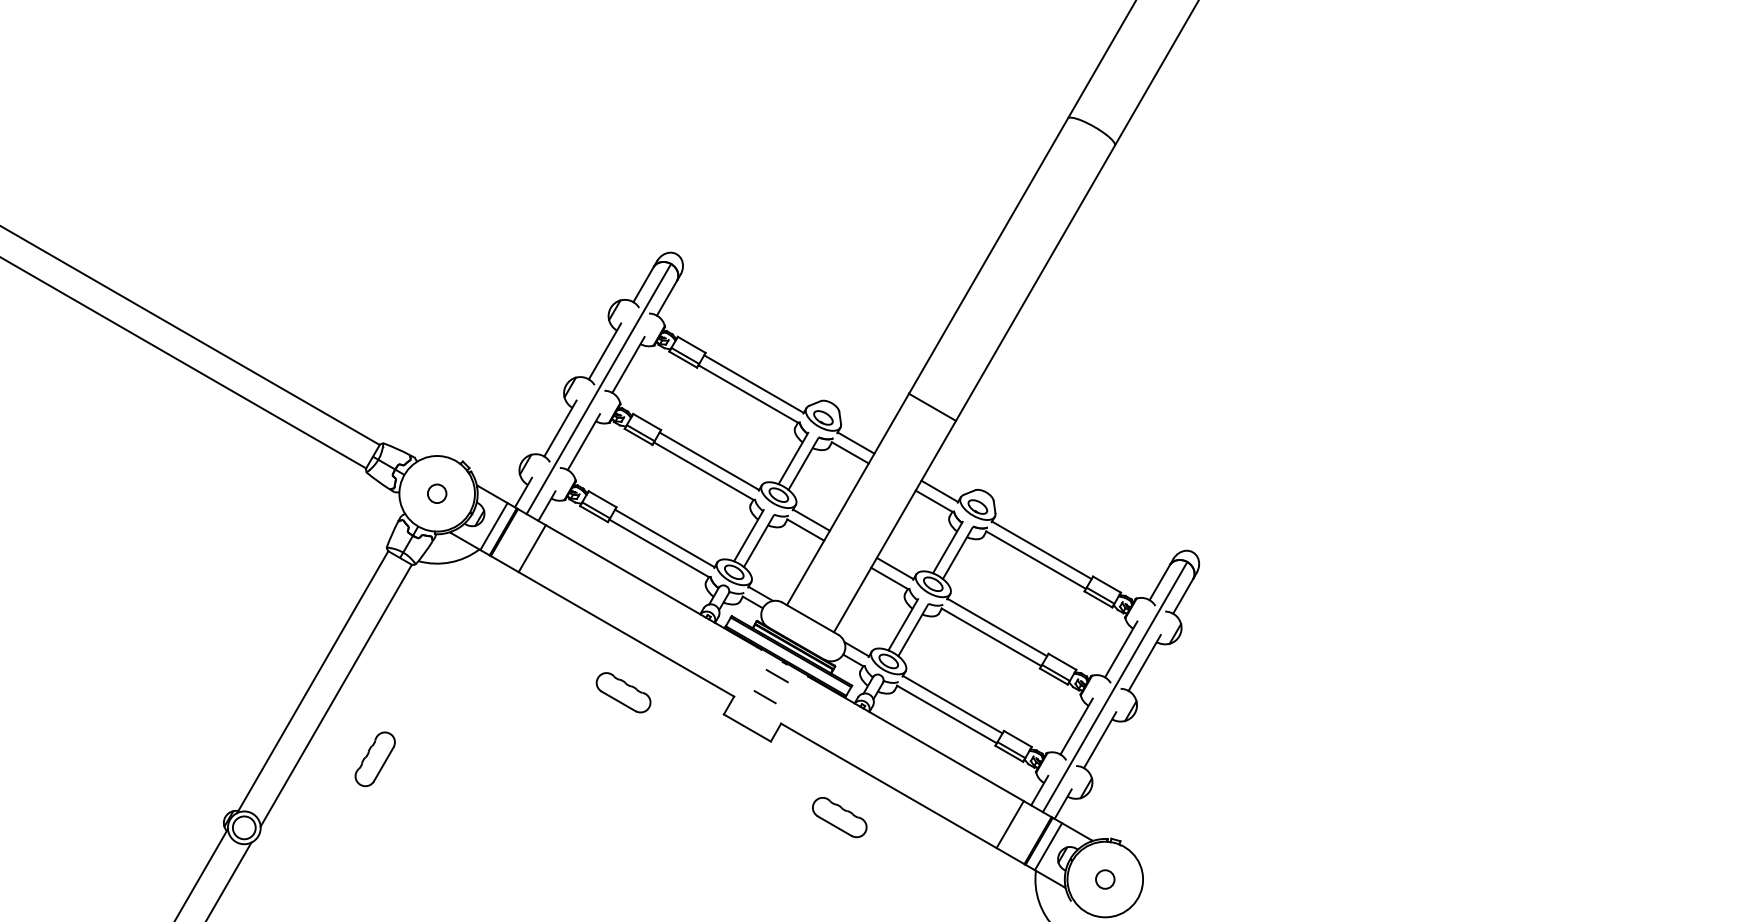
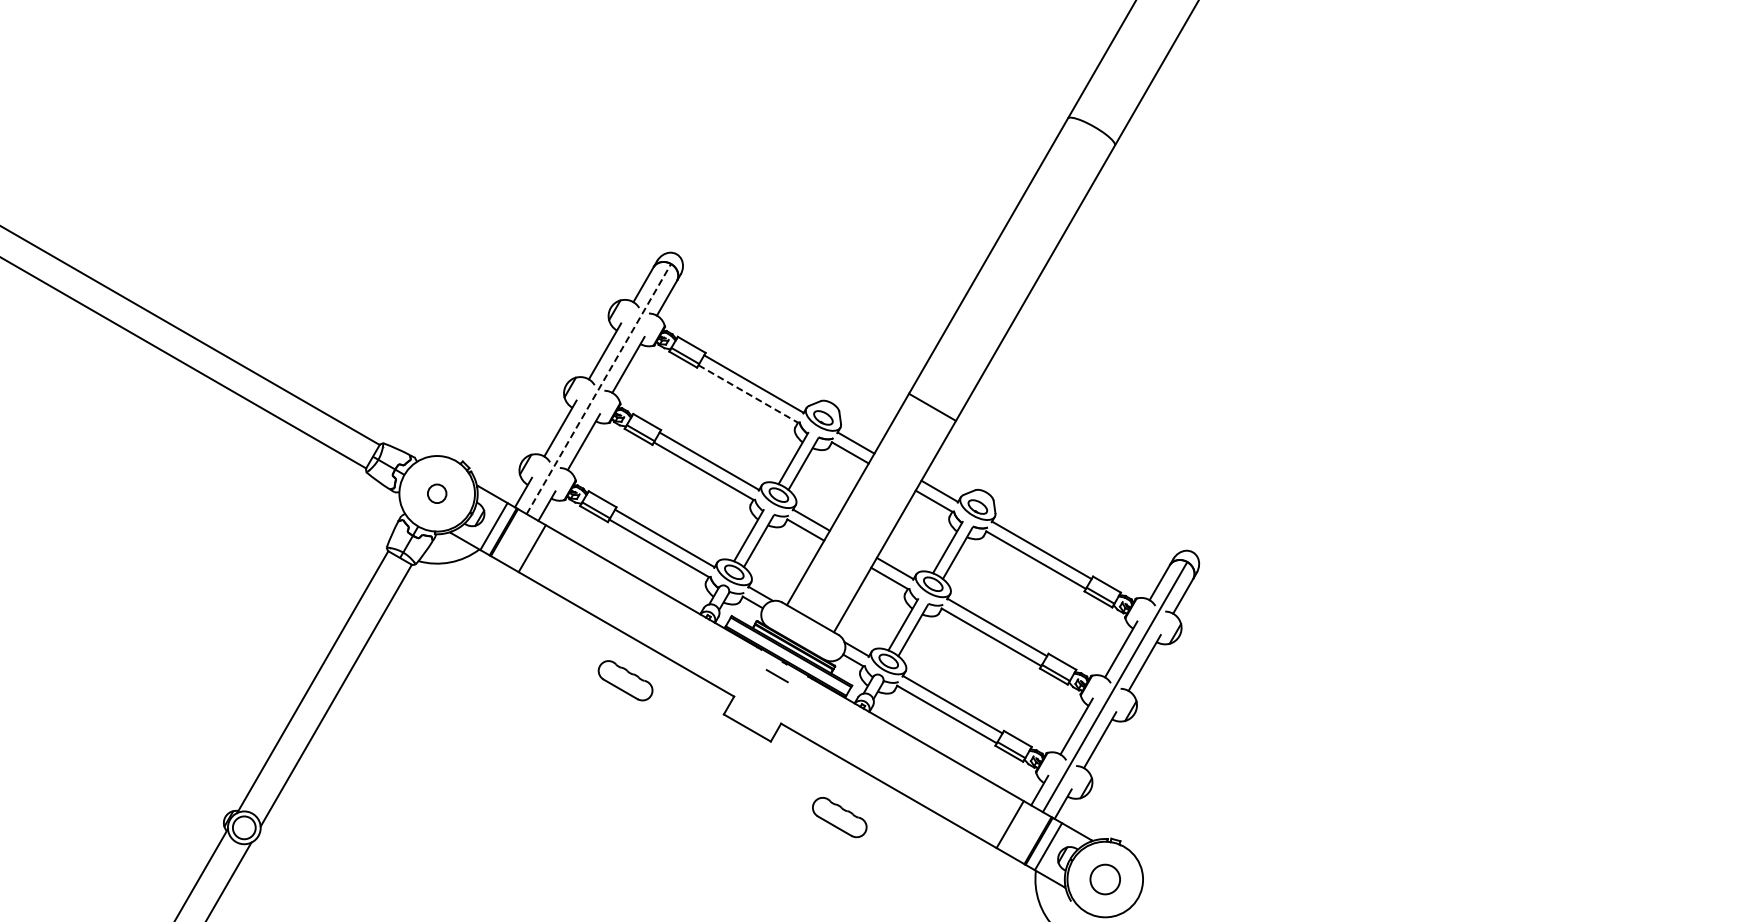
line at (599, 388): solid -> dashed
line at (748, 394): solid -> dashed
part at (623, 692) position: (623, 692) -> (625, 680)
line at (764, 697): present -> none
part at (374, 759): present -> none
circle at (1105, 879) diameter: 19 px -> 30 px
